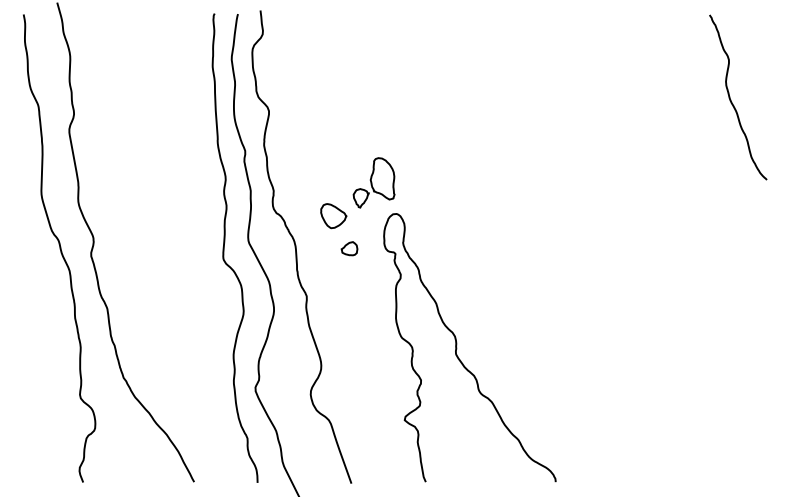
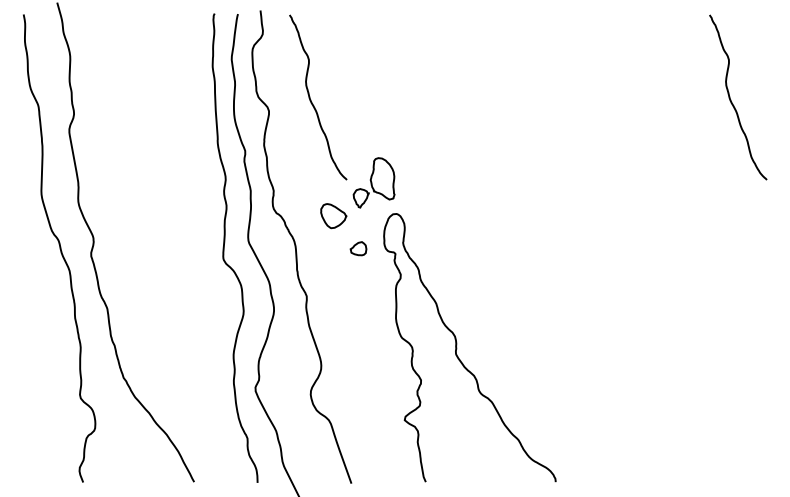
curve at (311, 99): none -> present
part at (349, 248) position: (349, 248) -> (358, 248)
